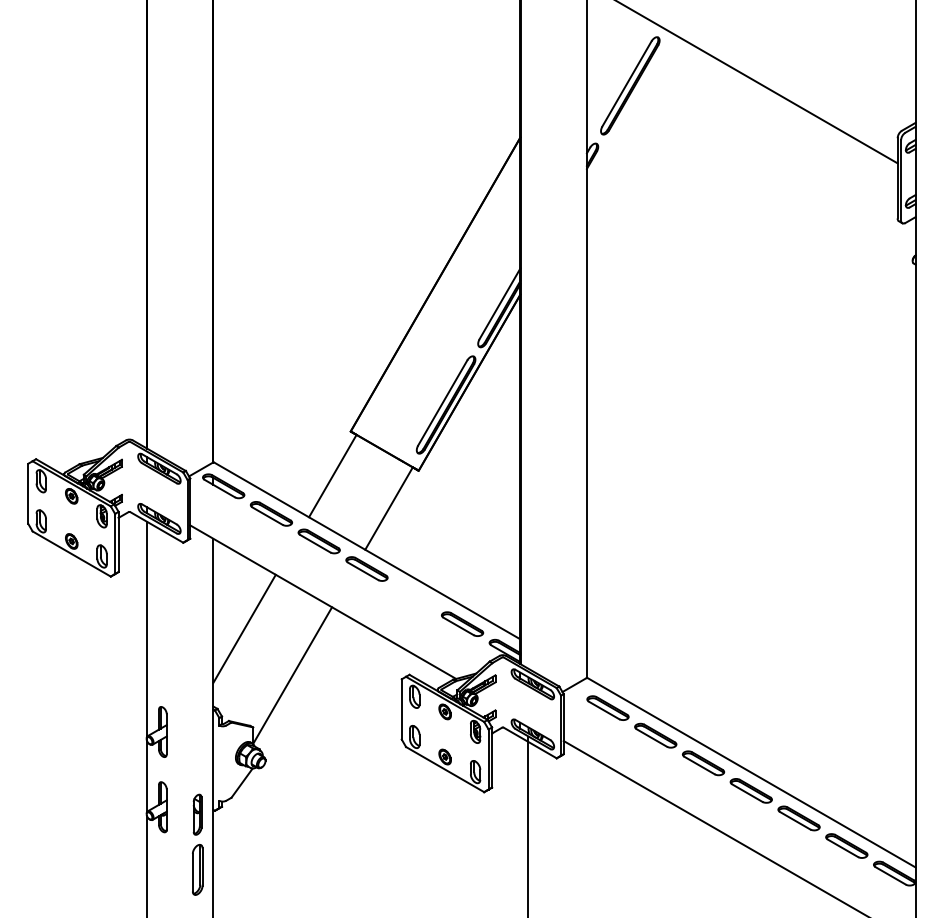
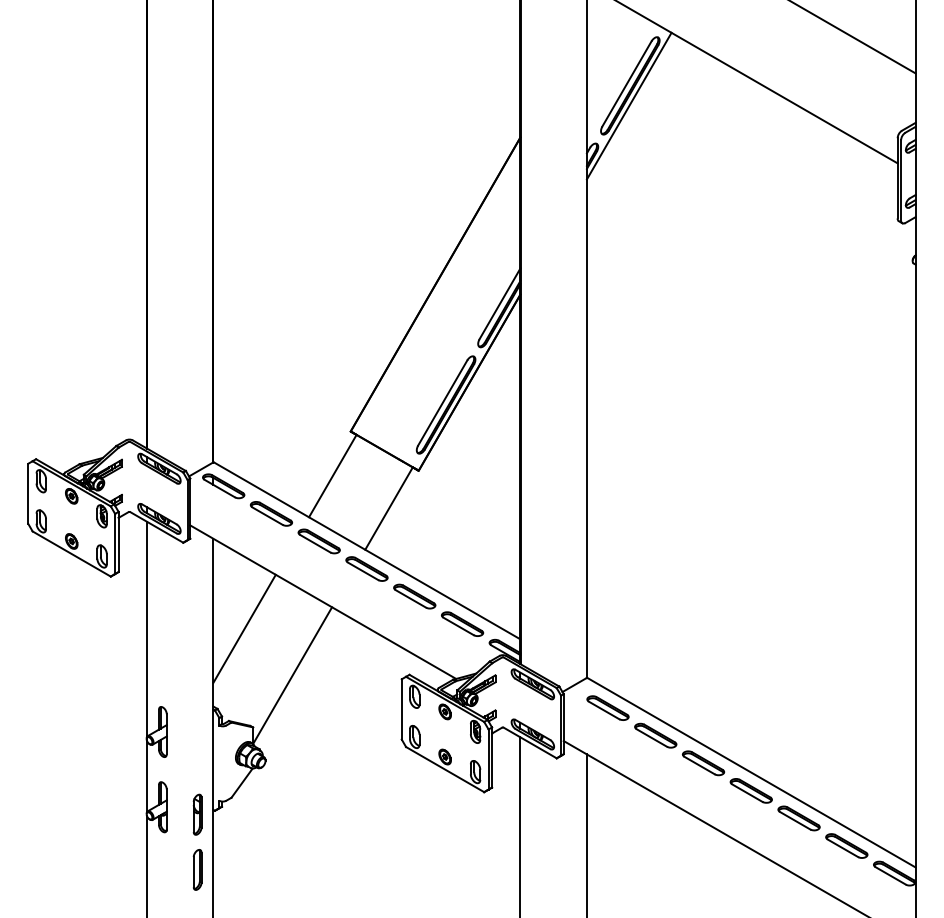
line at (853, 37): none -> present
line at (628, 105): none -> present
part at (414, 596): none -> present
line at (528, 825) position: (528, 825) -> (520, 825)
line at (586, 834): none -> present
part at (197, 869) size: 12x52 px -> 11x42 px
